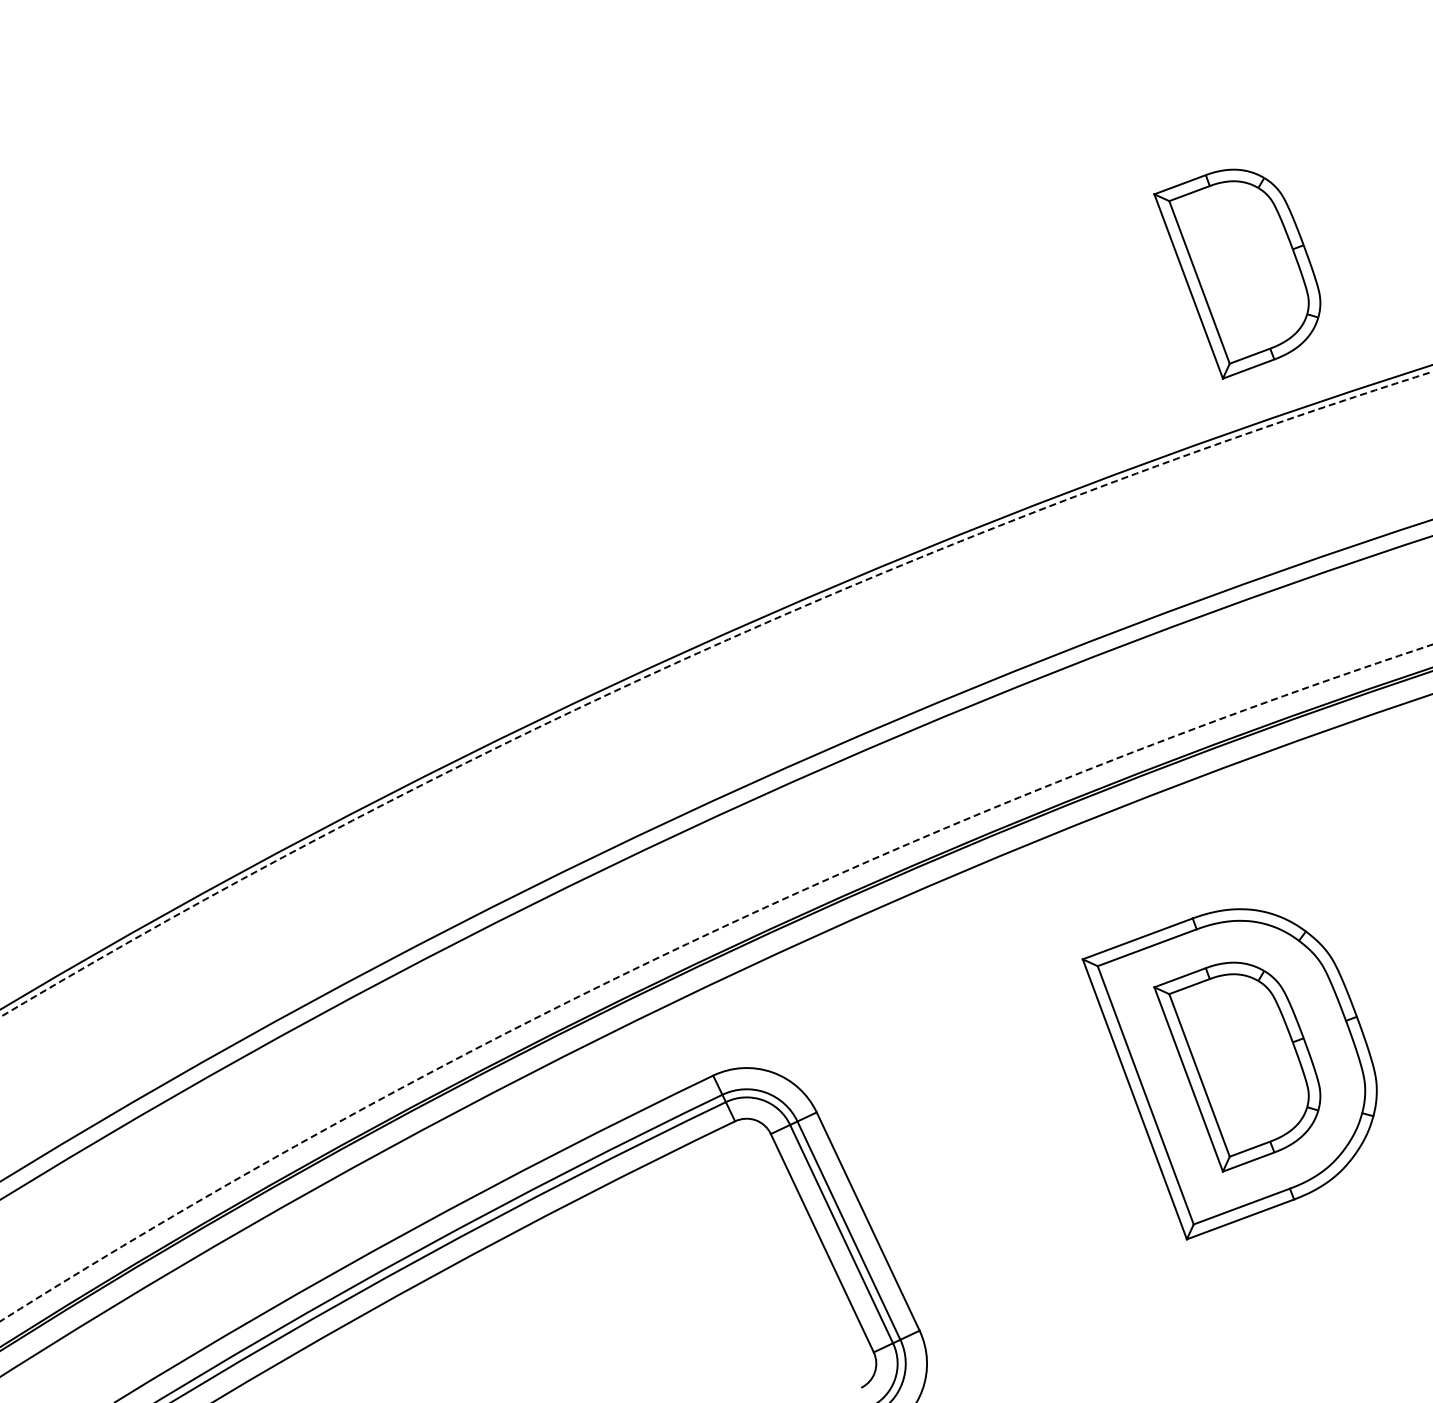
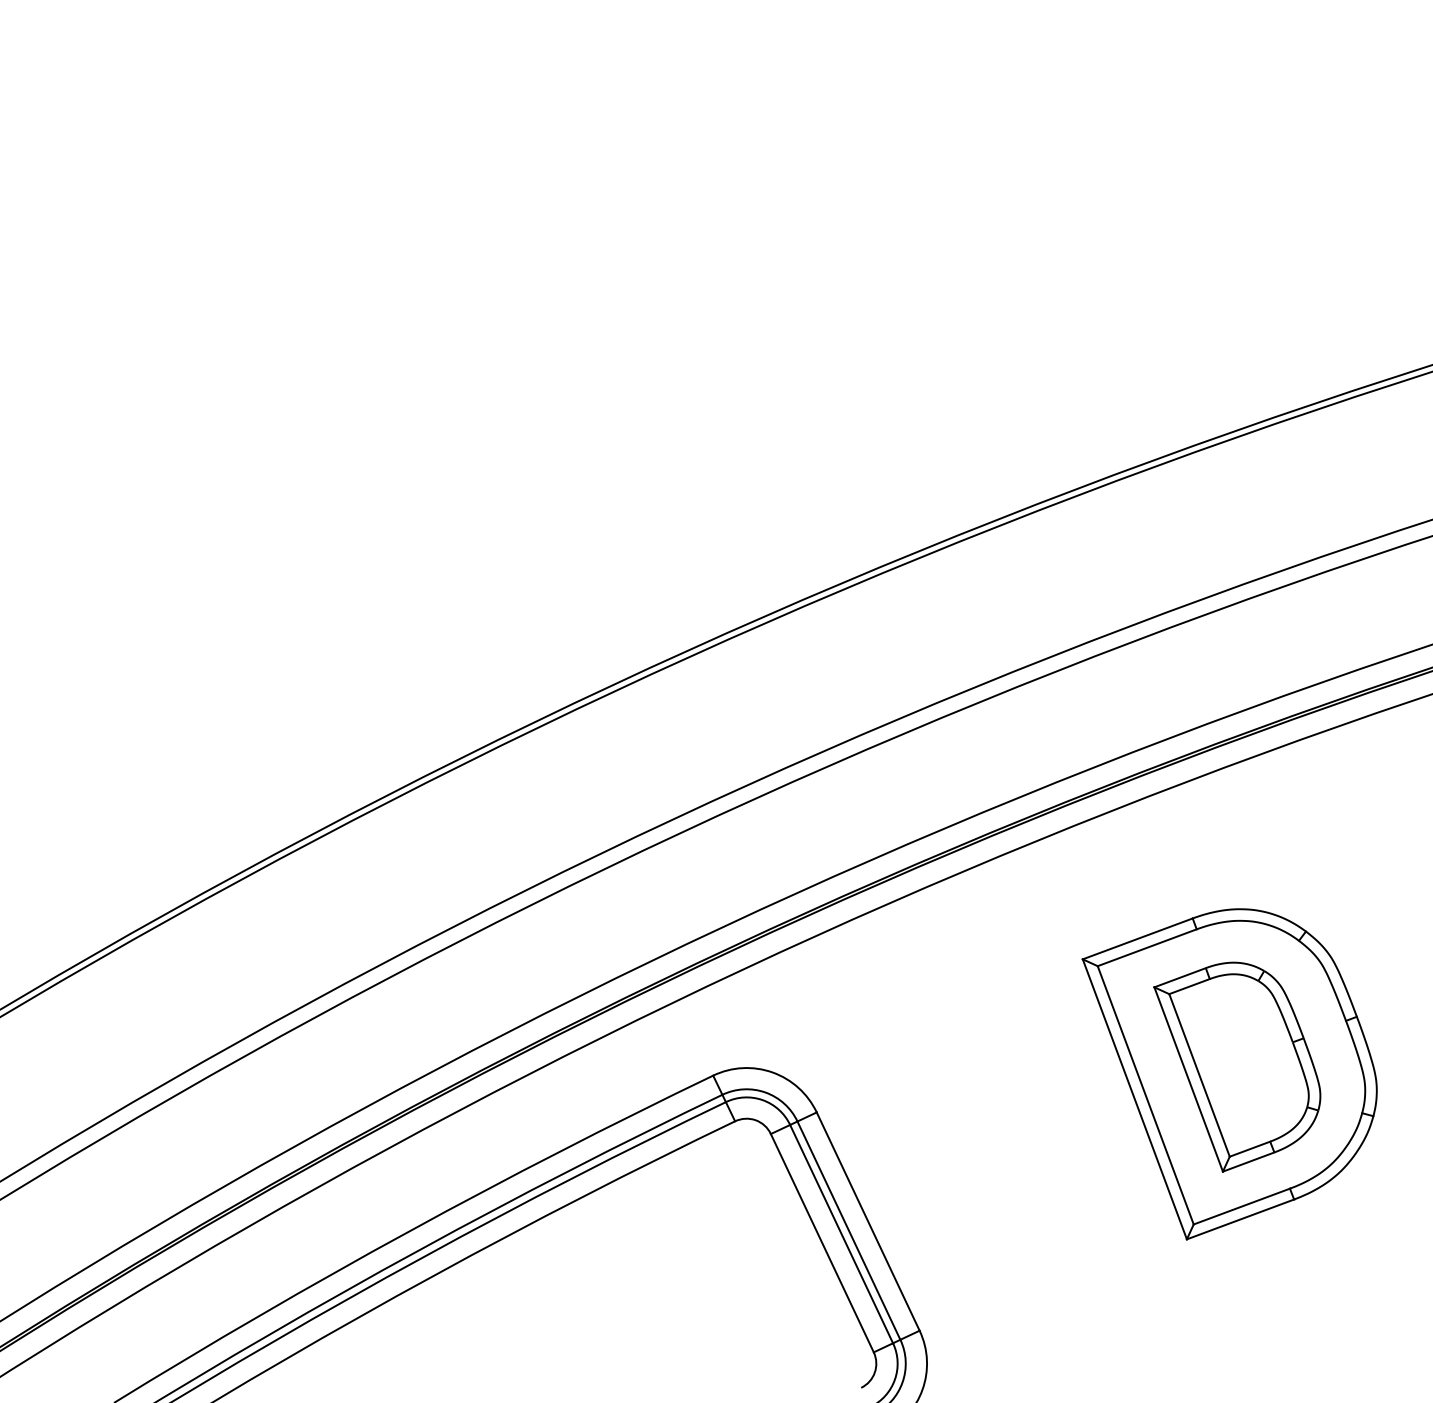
part at (1237, 273): present -> none
circle at (716, 694): dashed -> solid
circle at (716, 982): dashed -> solid
